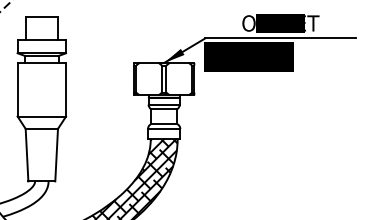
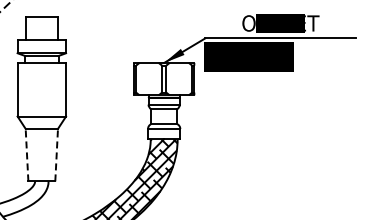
line at (27, 154): solid -> dashed
line at (56, 154): solid -> dashed
